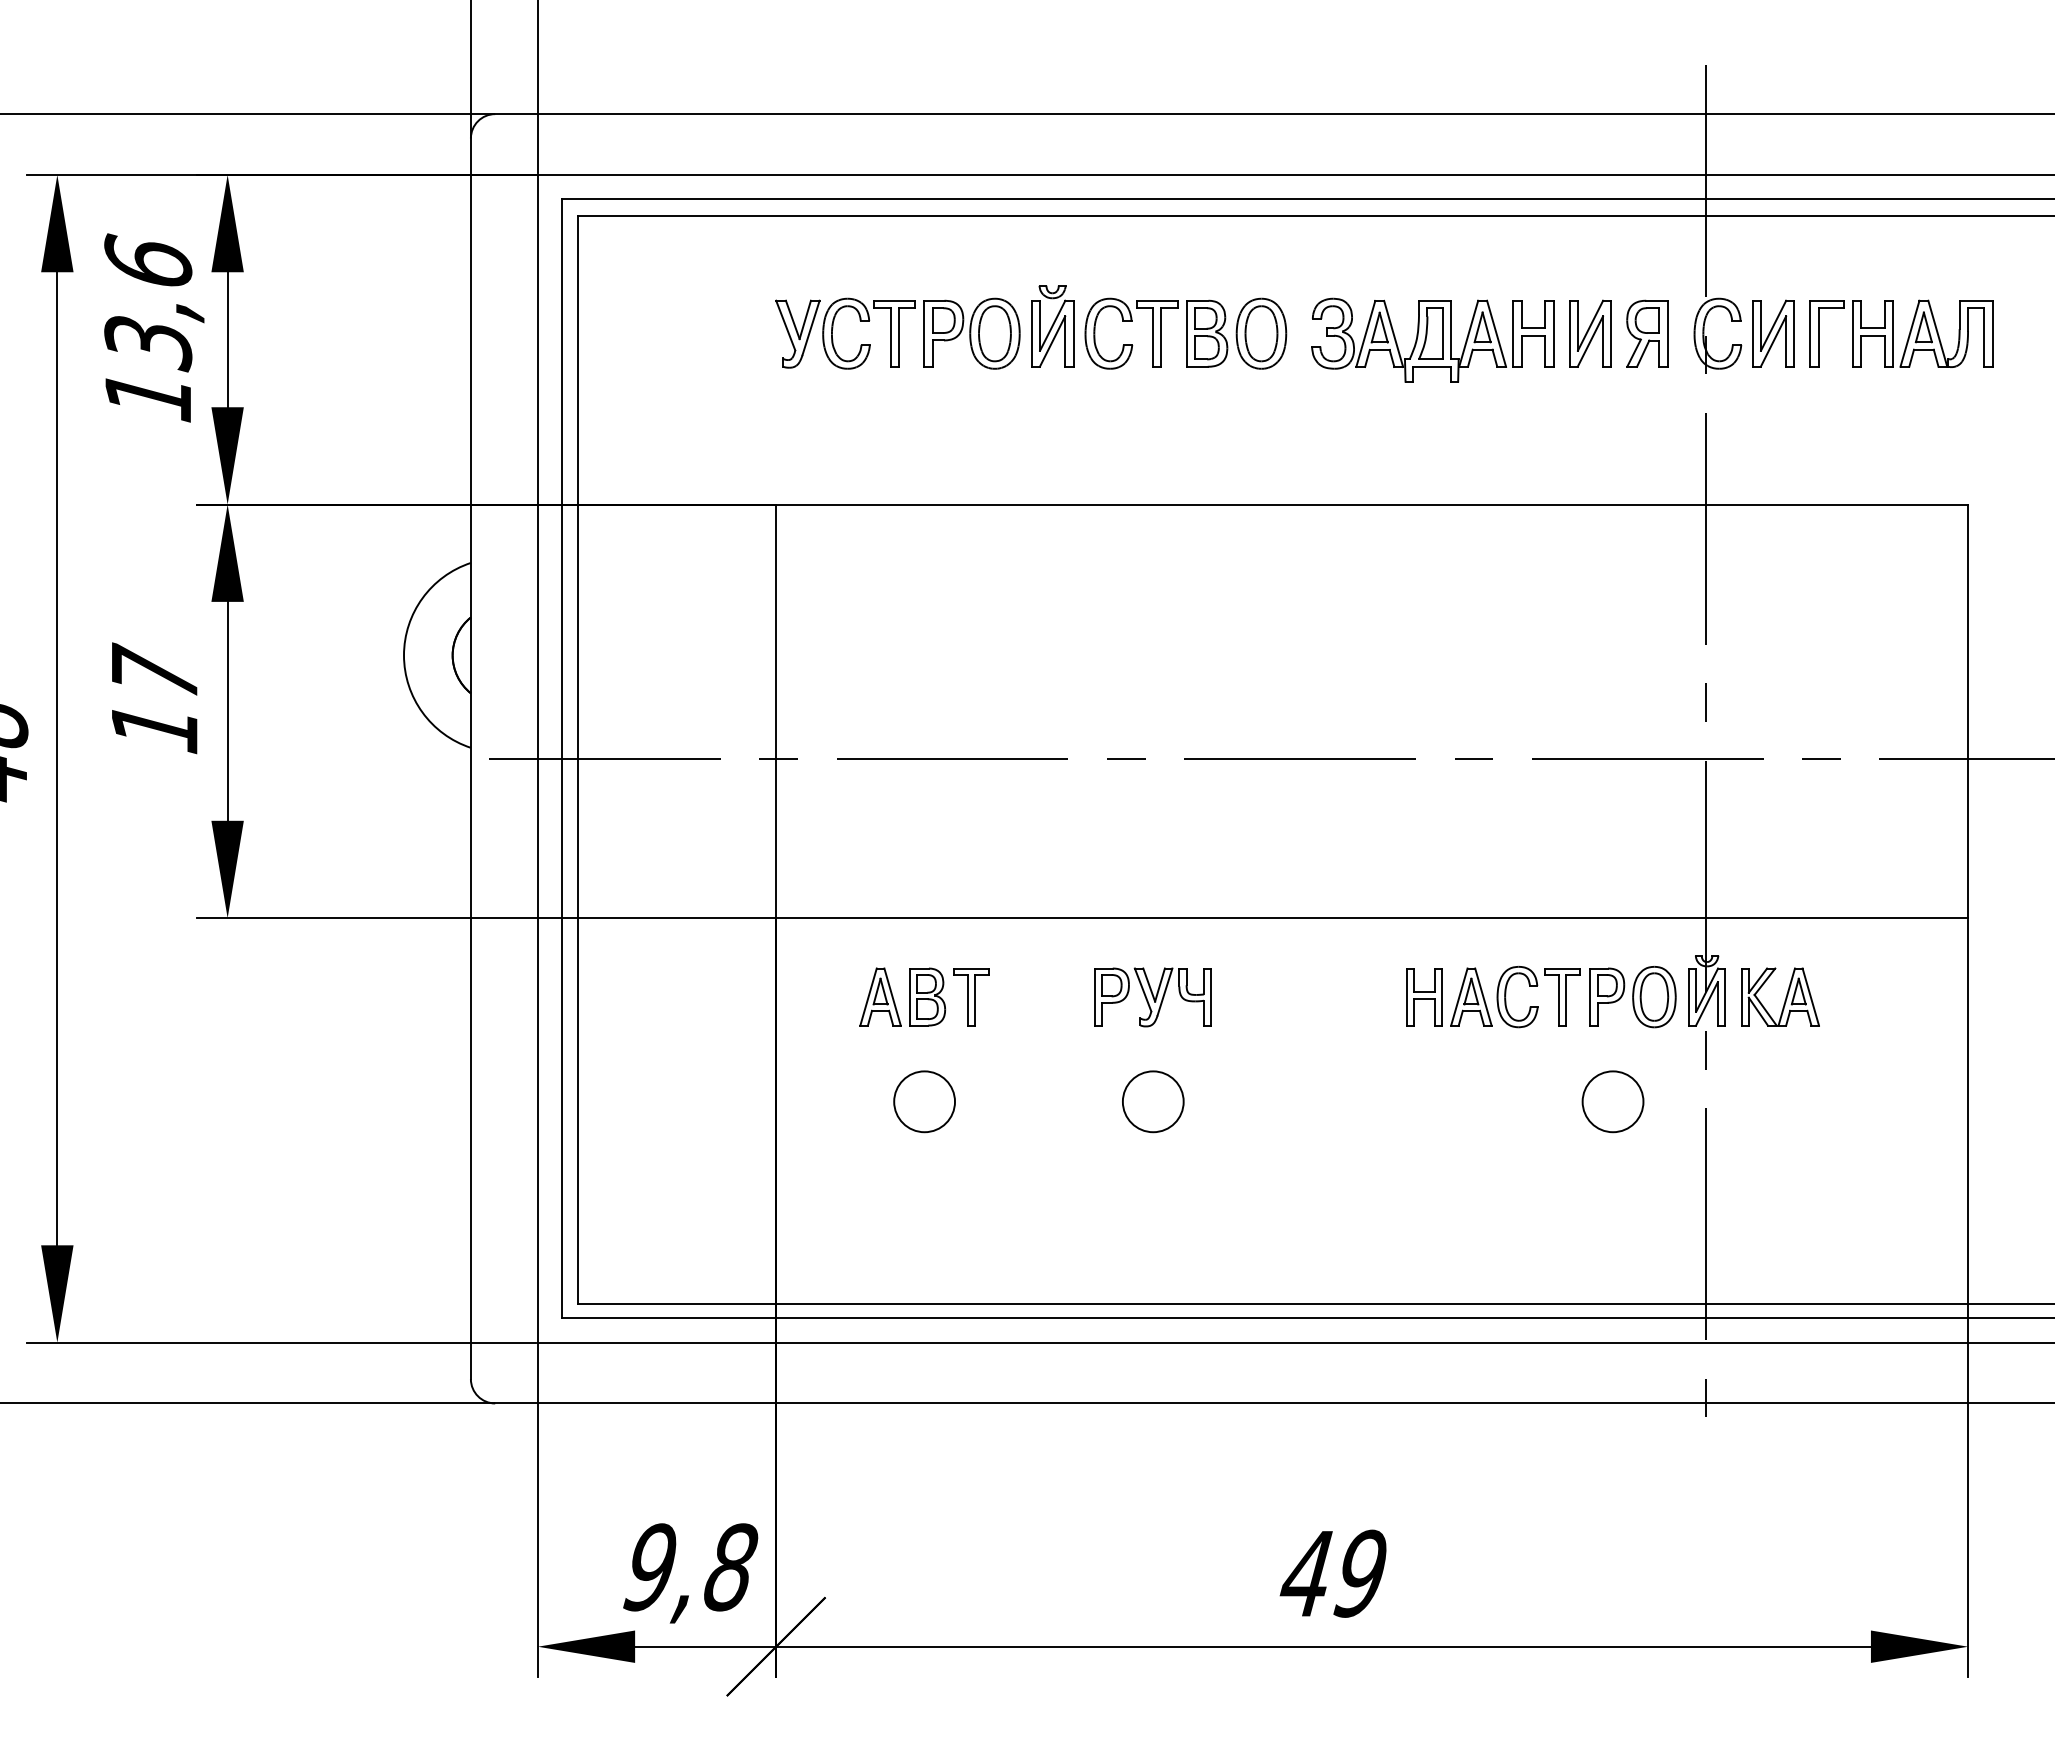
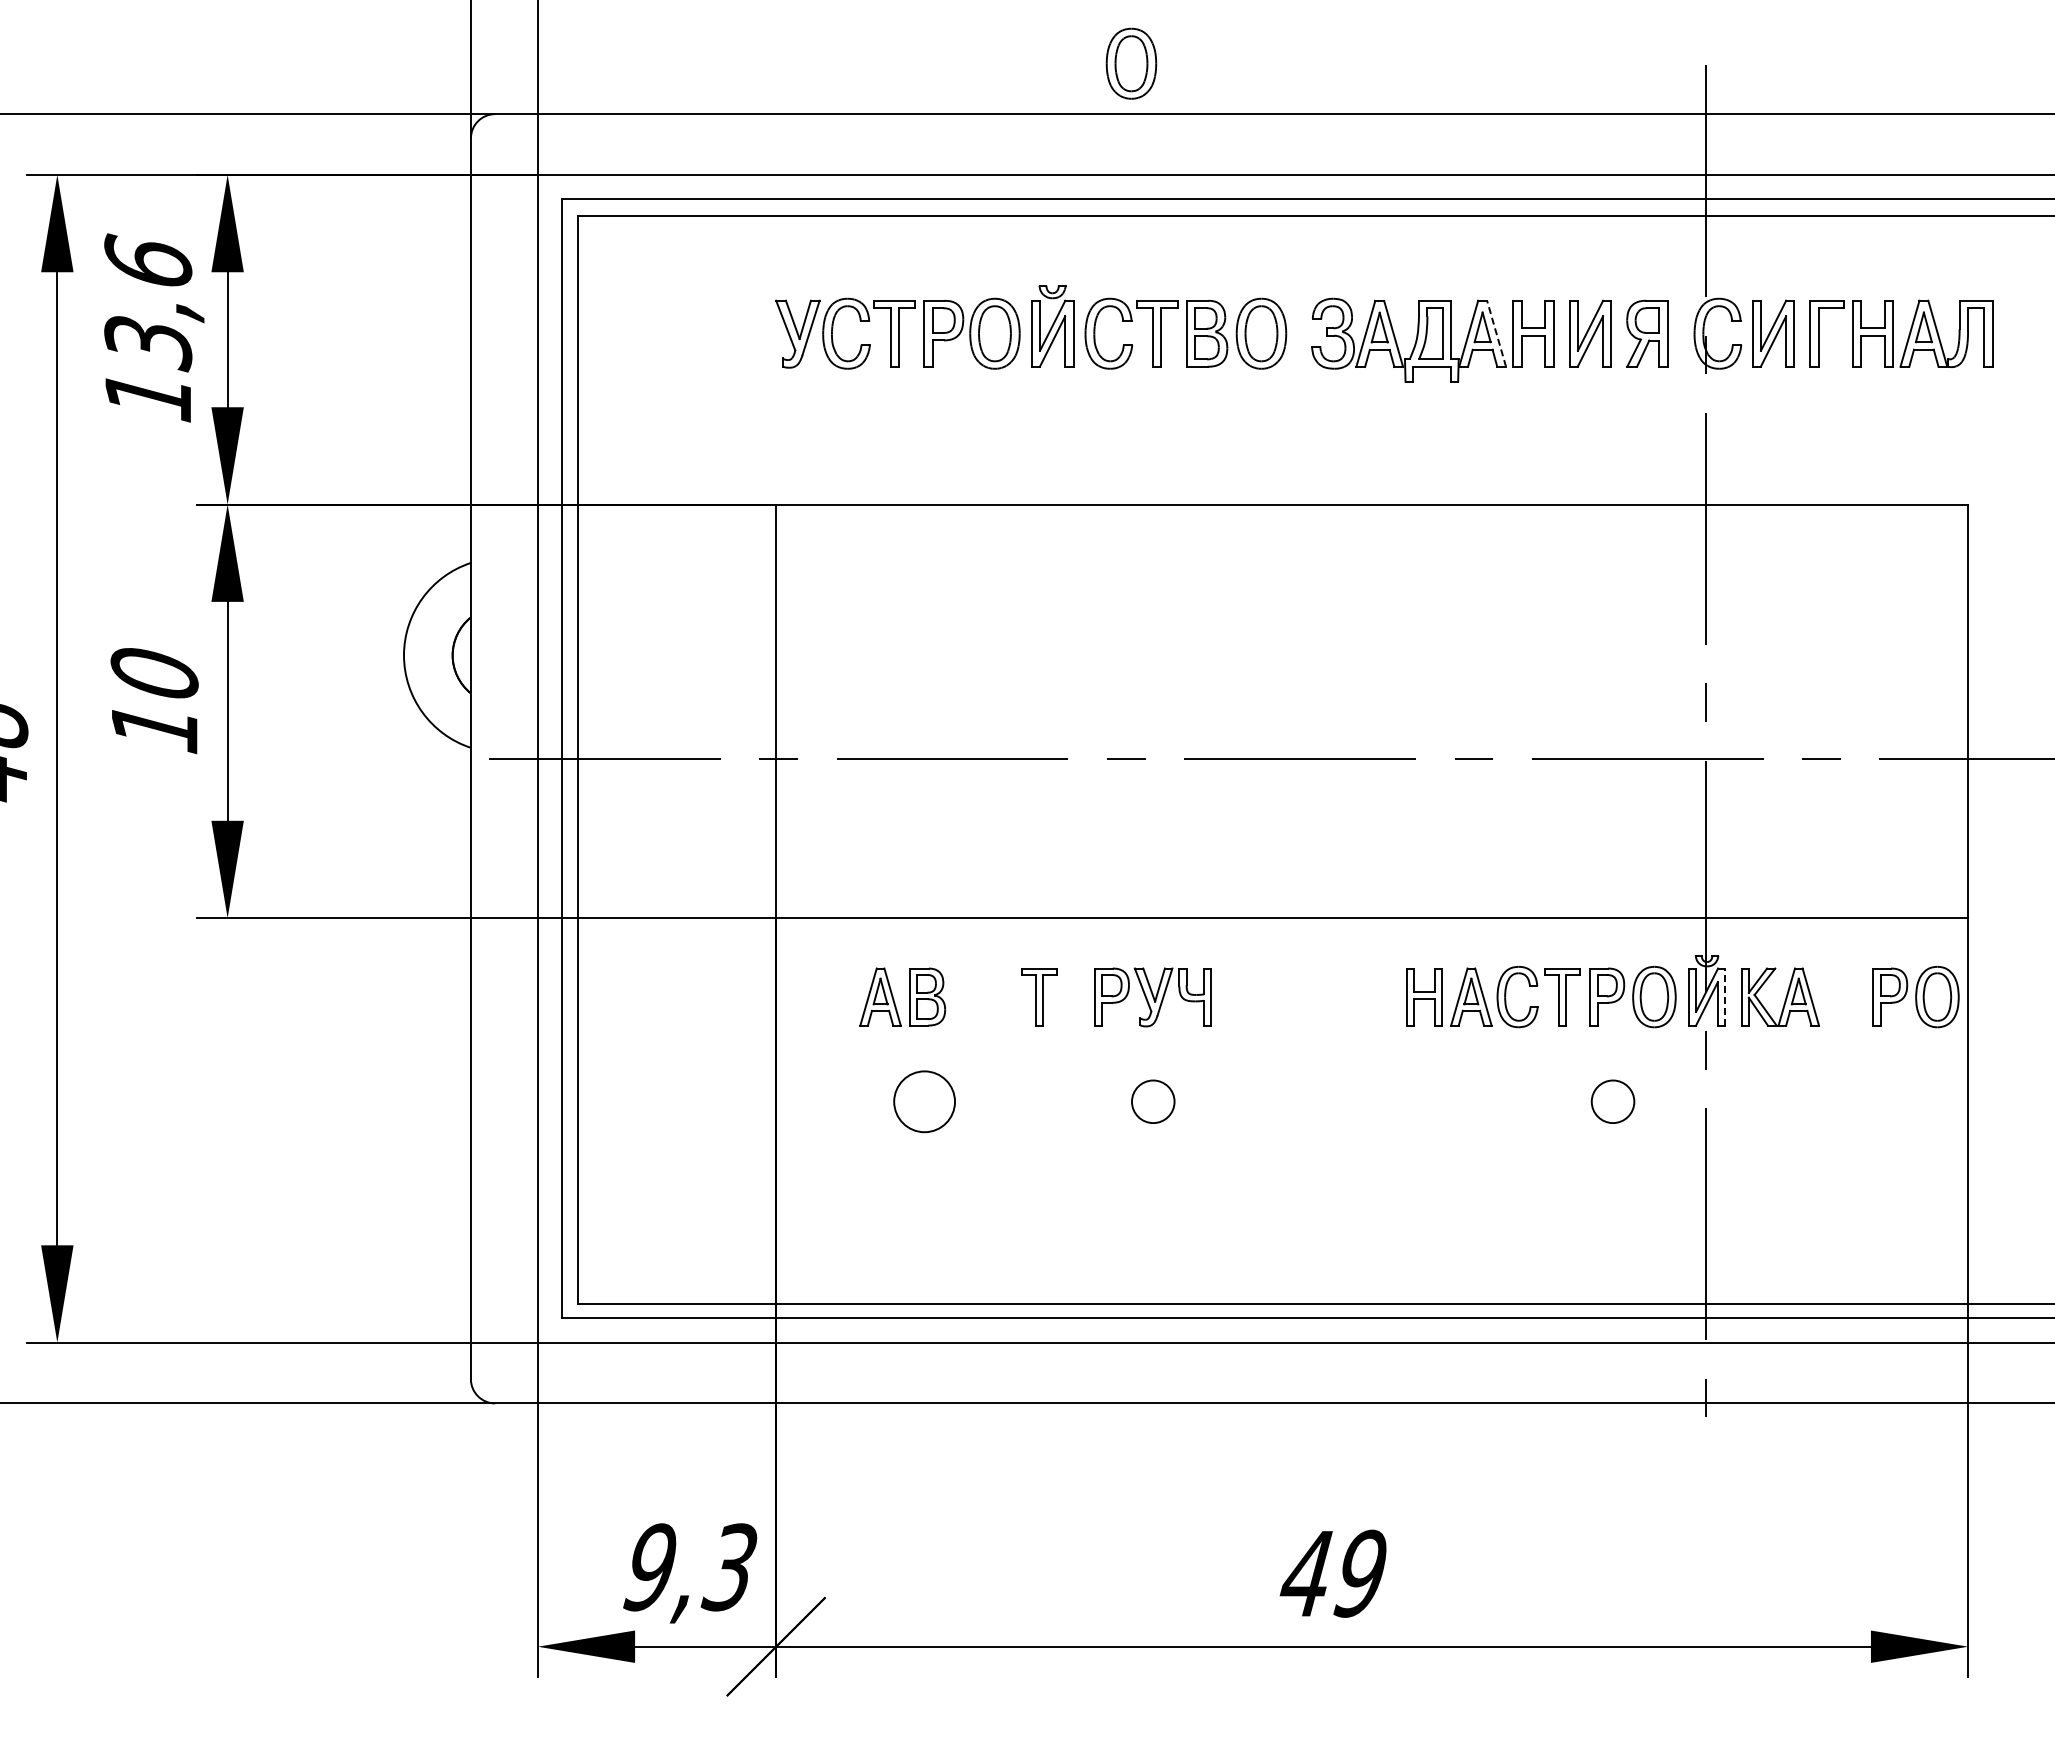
part at (1131, 63): none -> present
line at (1496, 333): solid -> dashed
text at (154, 670): 17 -> 10
part at (971, 997) position: (971, 997) -> (1039, 997)
line at (1725, 997): solid -> dashed
part at (1915, 997): none -> present
circle at (1152, 1101) diameter: 61 px -> 43 px
circle at (1612, 1101) diameter: 61 px -> 43 px
text at (729, 1567): 9,8 -> 9,3
